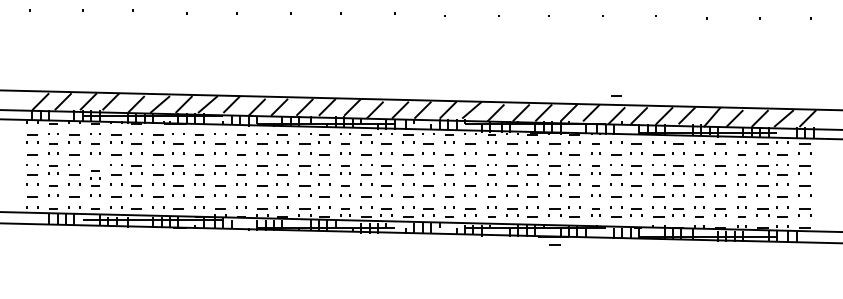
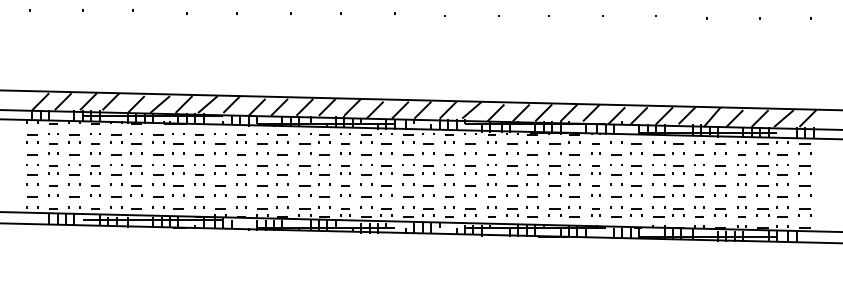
line at (616, 95): present -> none
part at (95, 174) position: (95, 174) -> (95, 169)
line at (554, 244): present -> none
